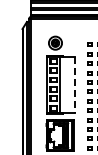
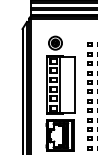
line at (74, 85): dashed -> solid
